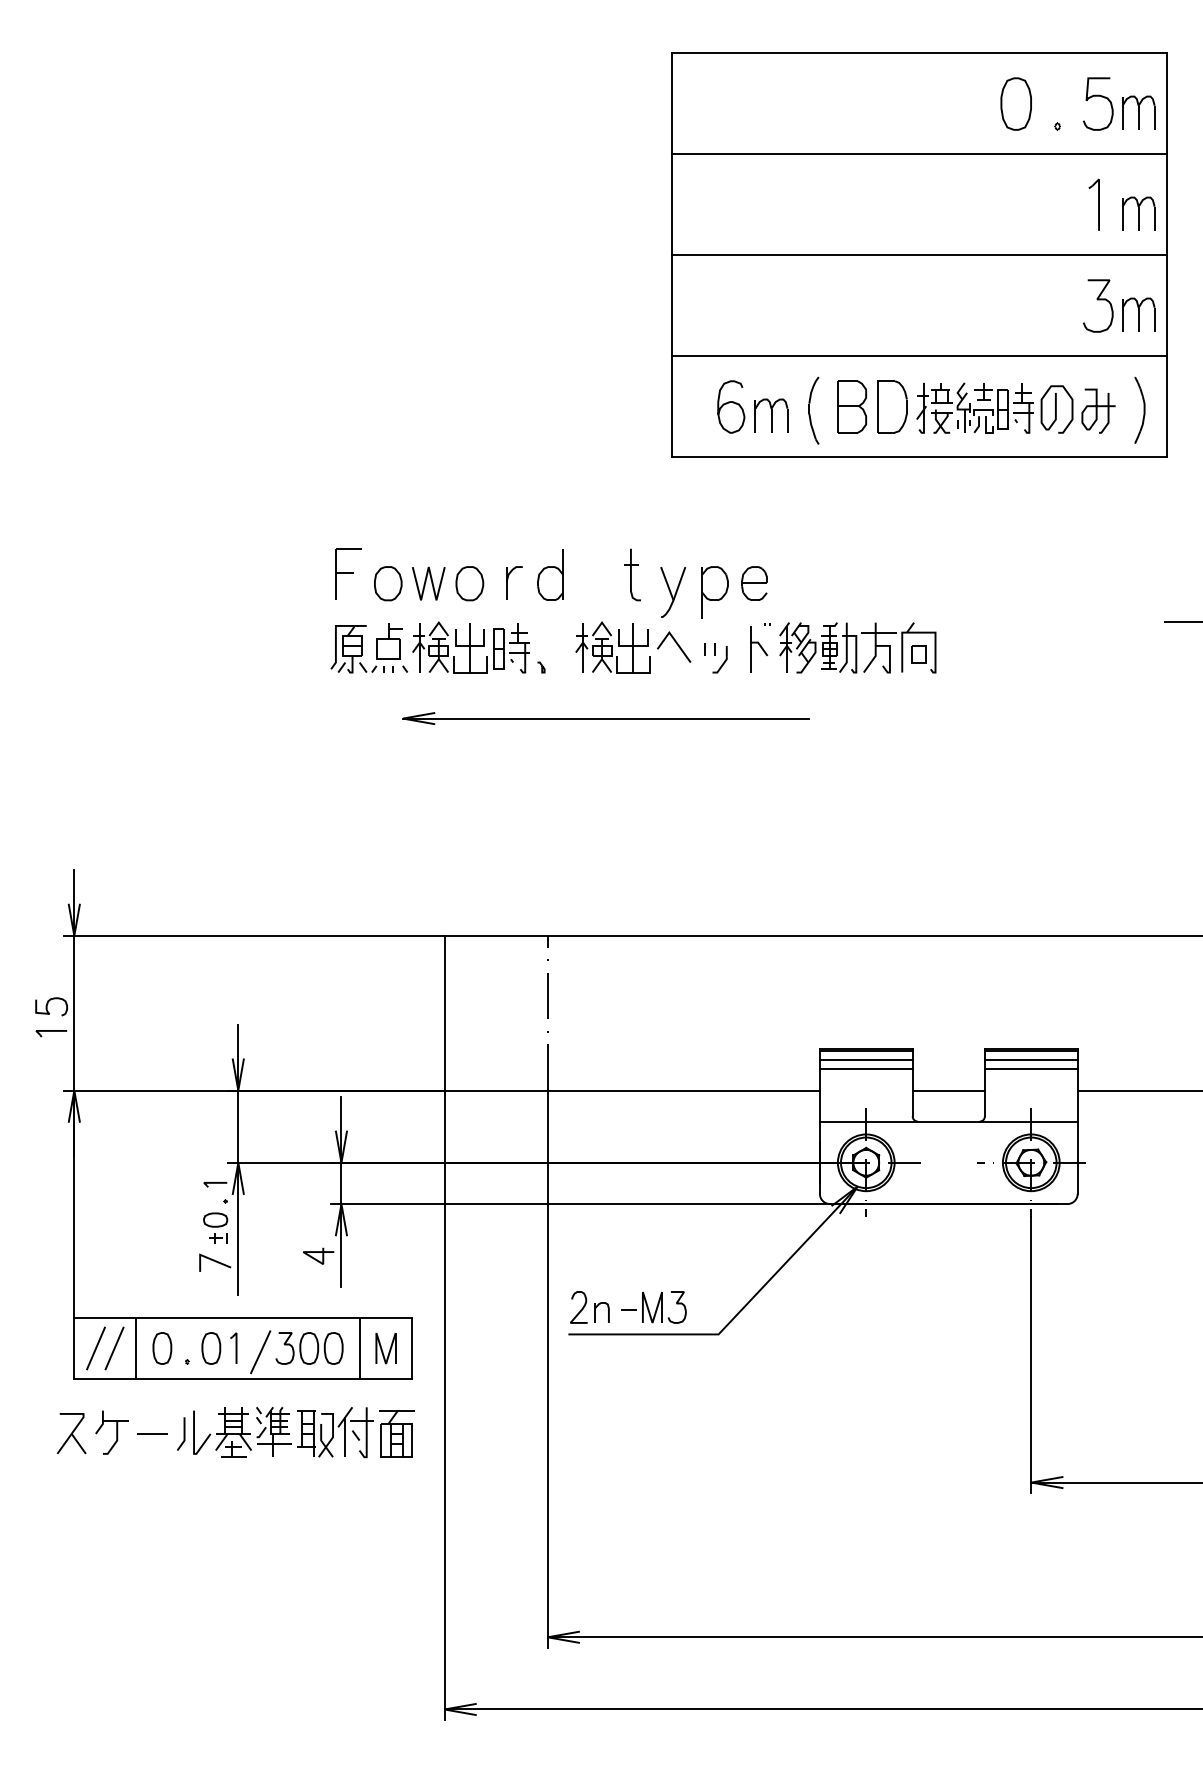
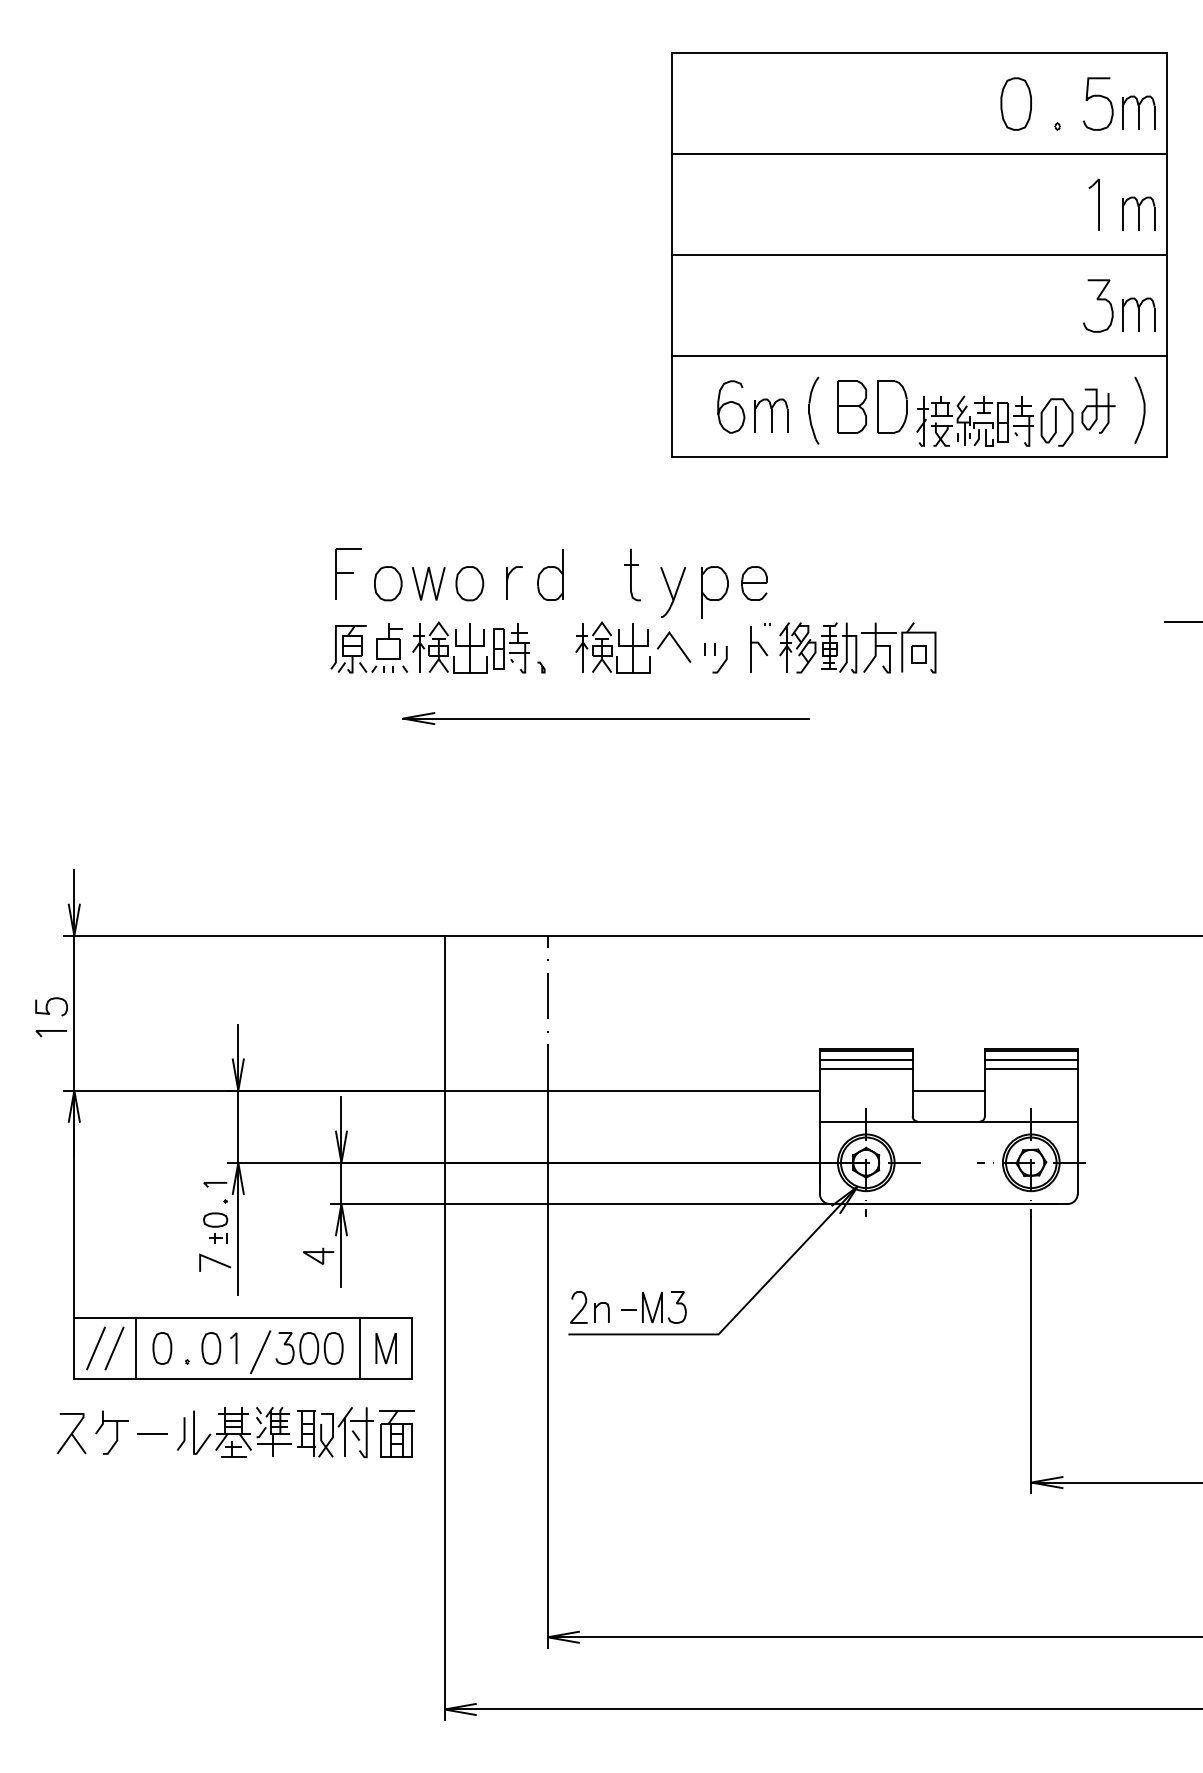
part at (994, 407) position: (994, 407) -> (994, 420)
line at (1138, 1090): present -> none
